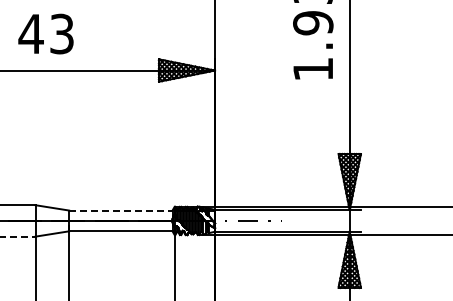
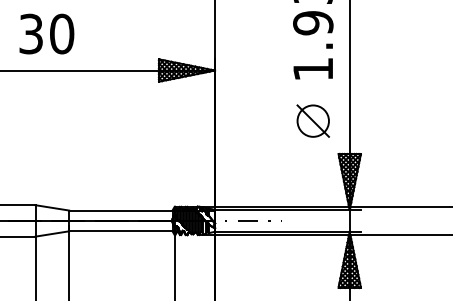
text at (46, 33): 43 -> 30
part at (312, 120): none -> present
line at (120, 210): dashed -> solid
line at (18, 236): dashed -> solid
